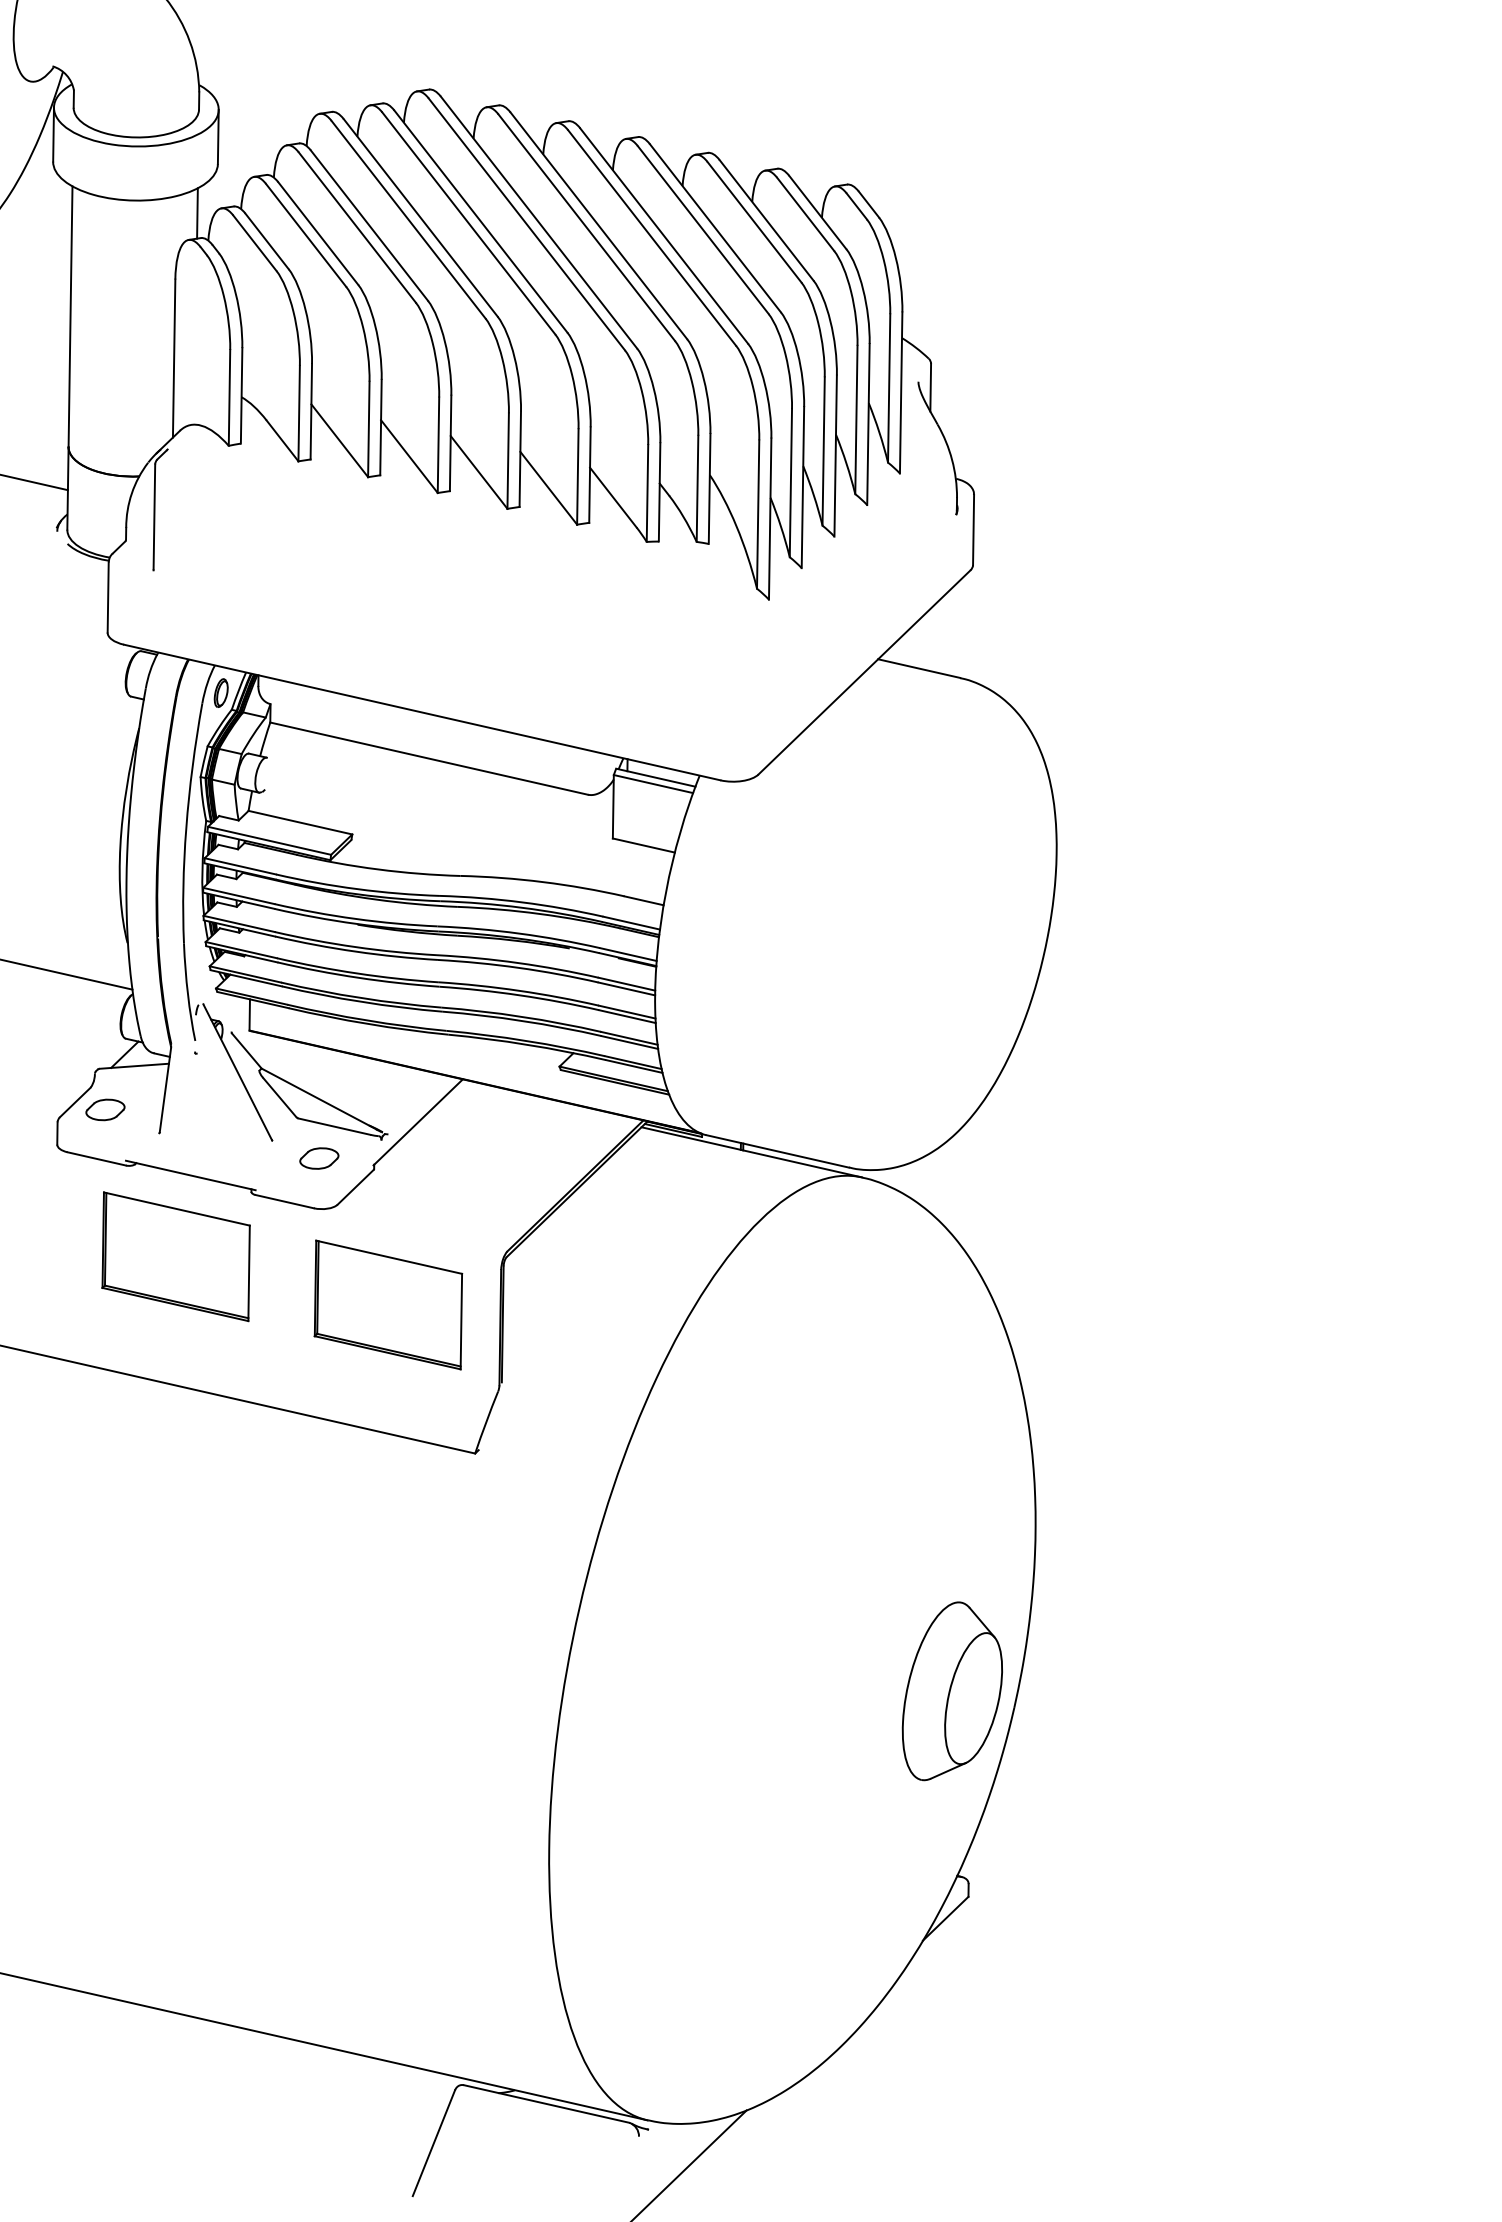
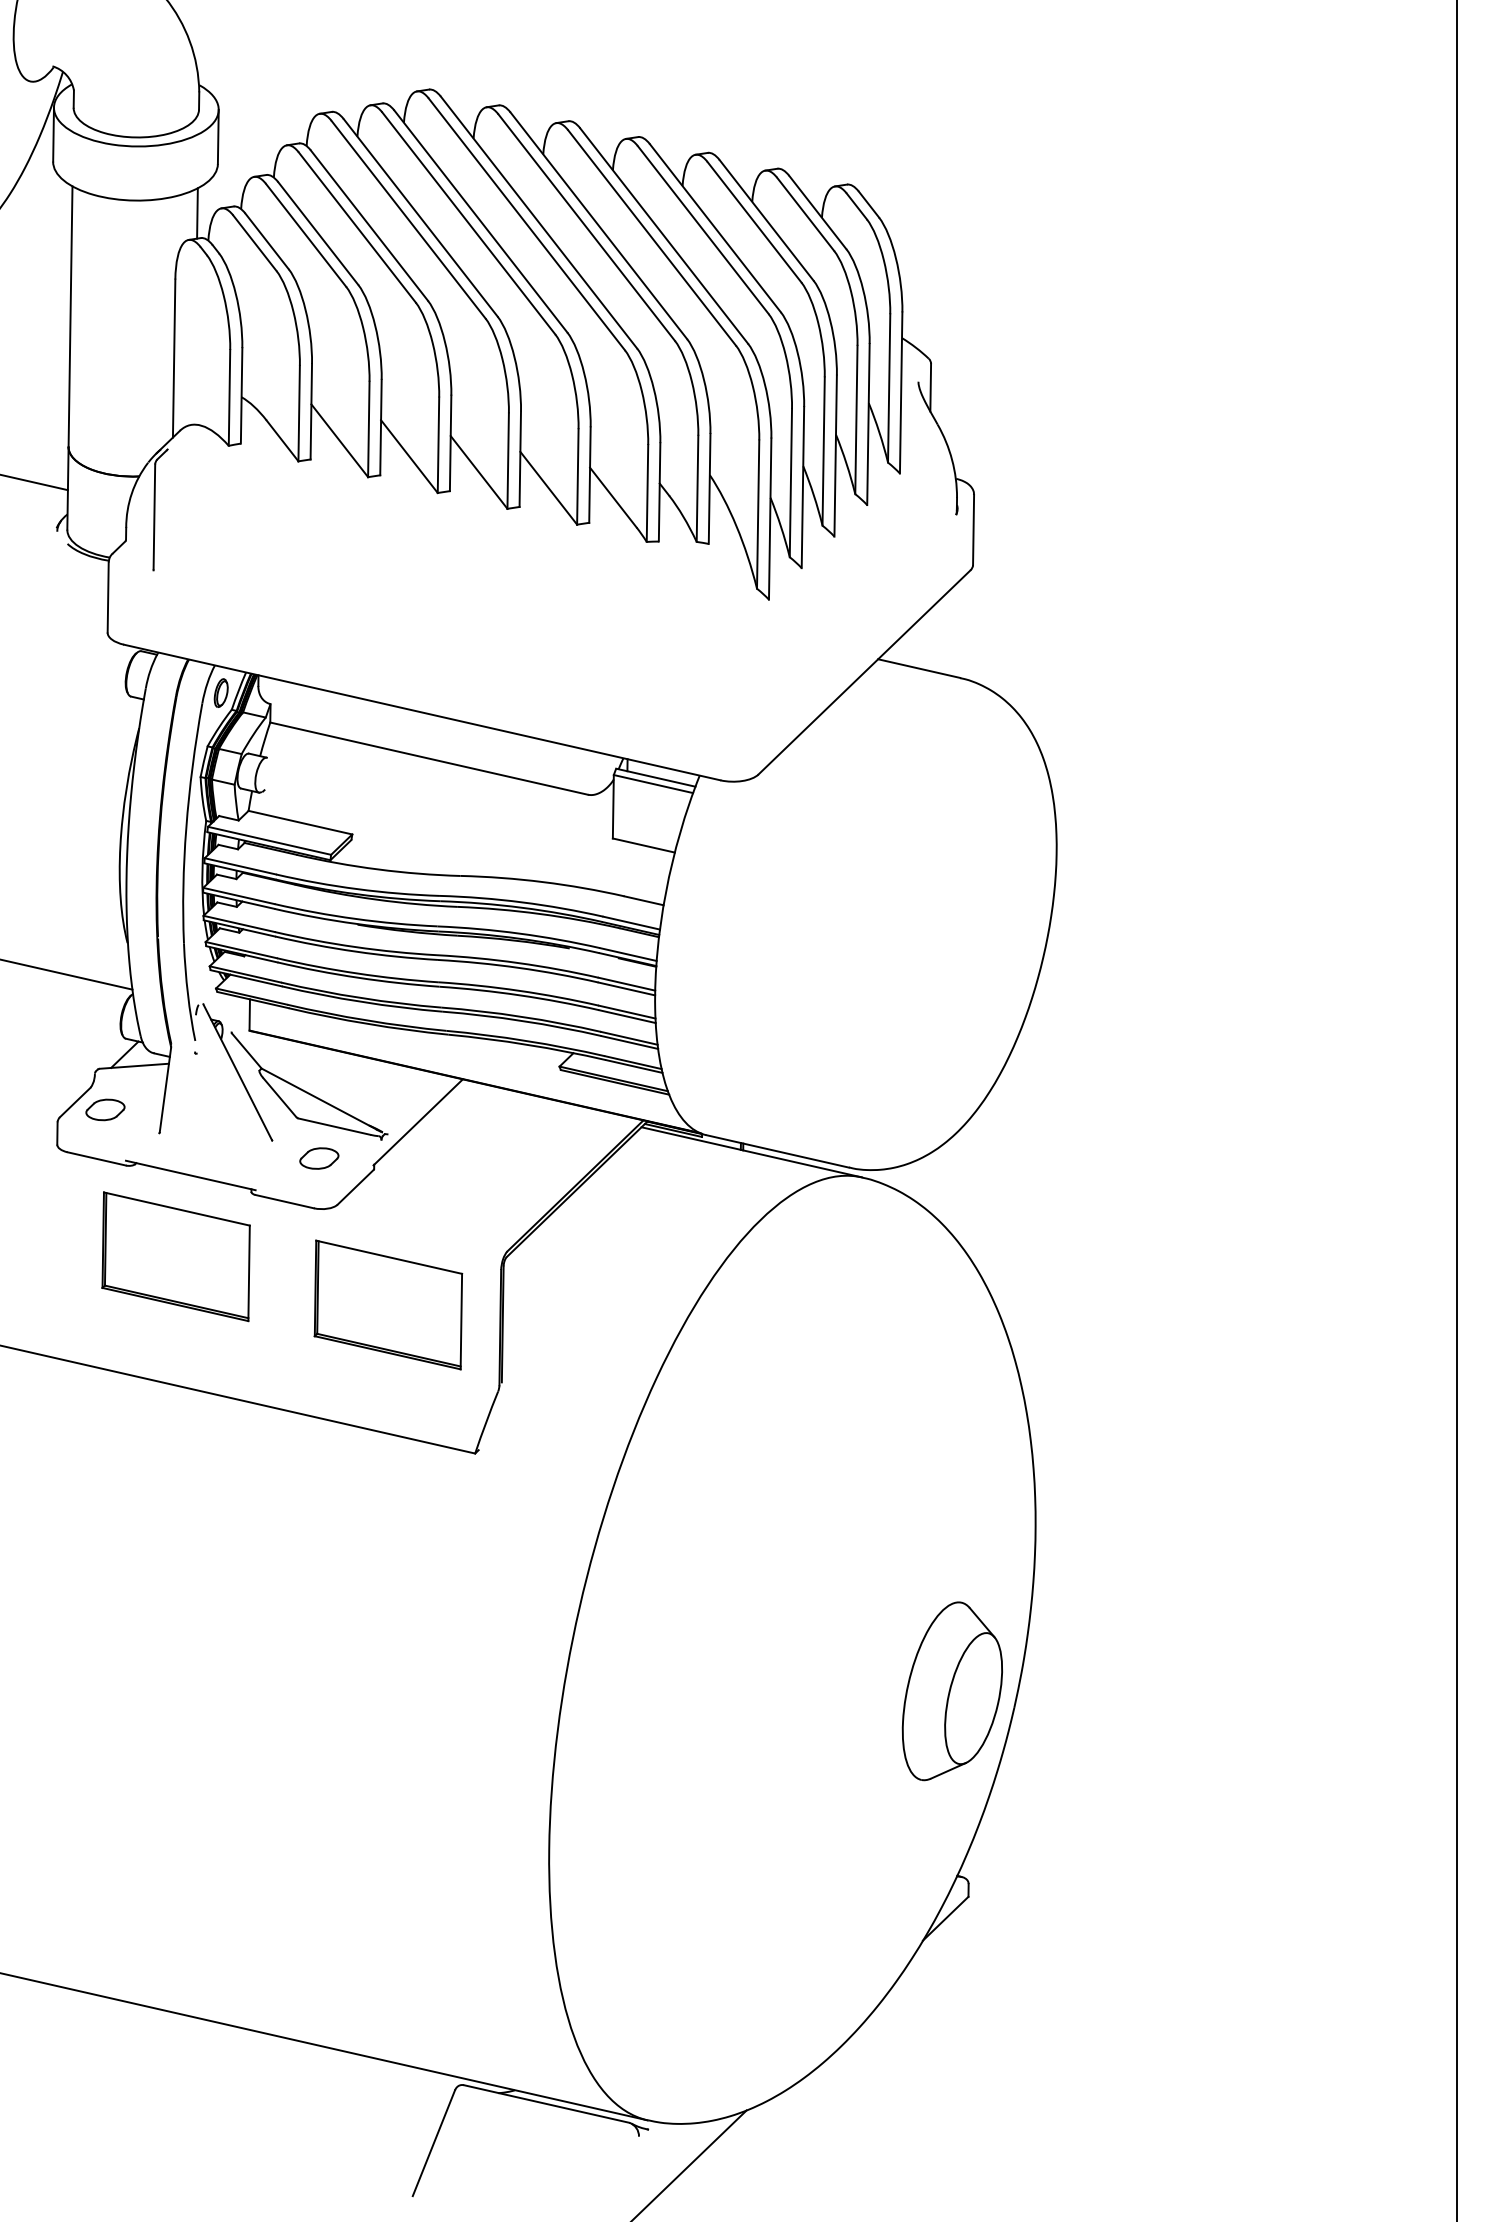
line at (1456, 1110): none -> present
